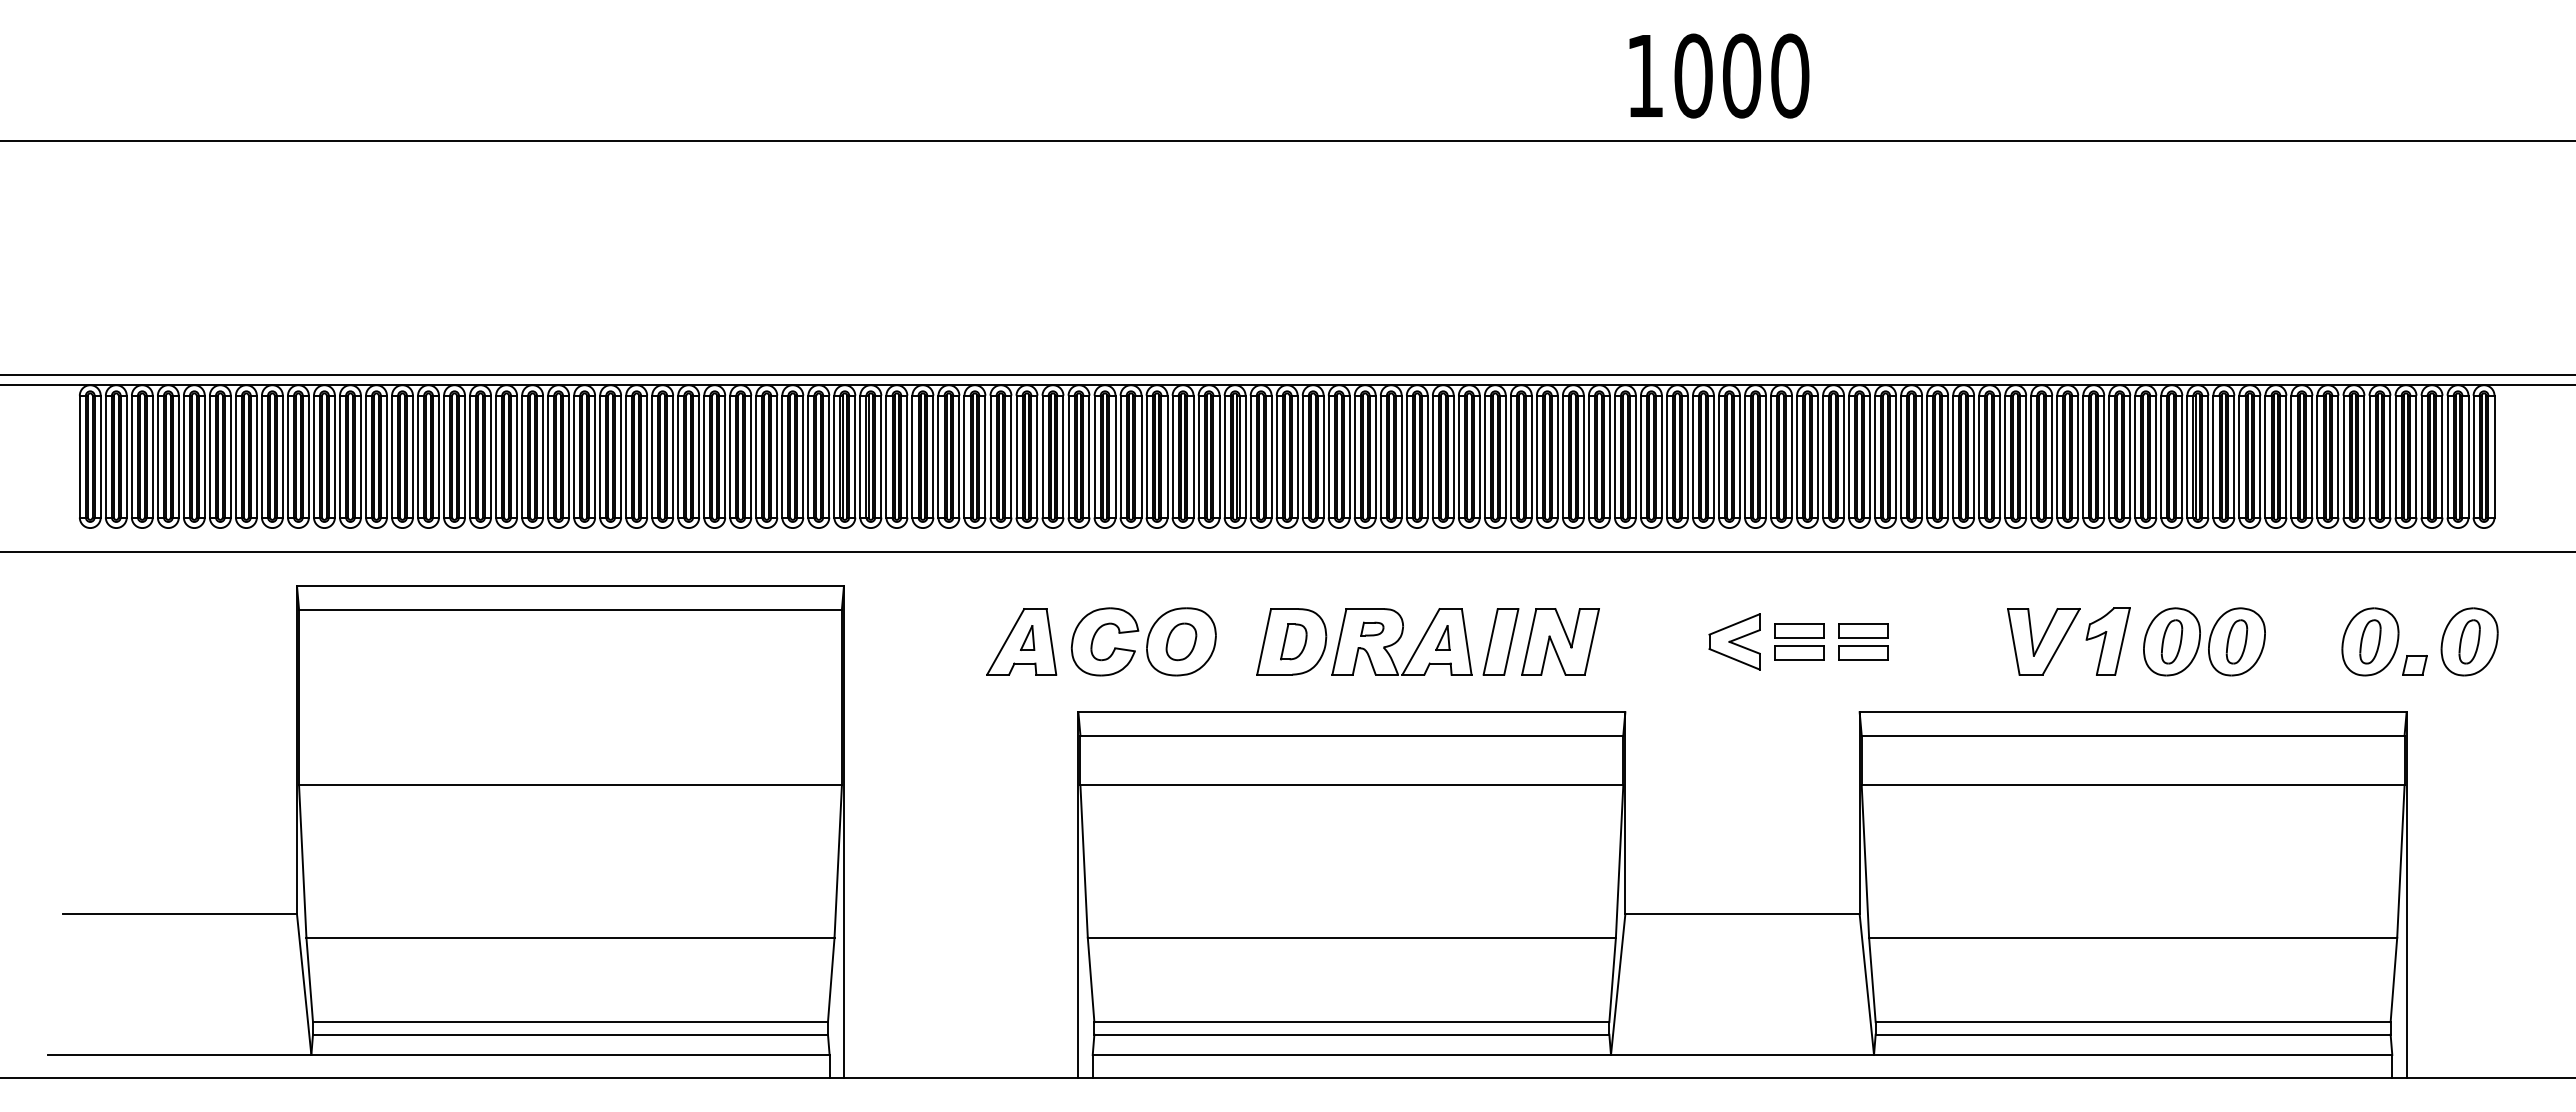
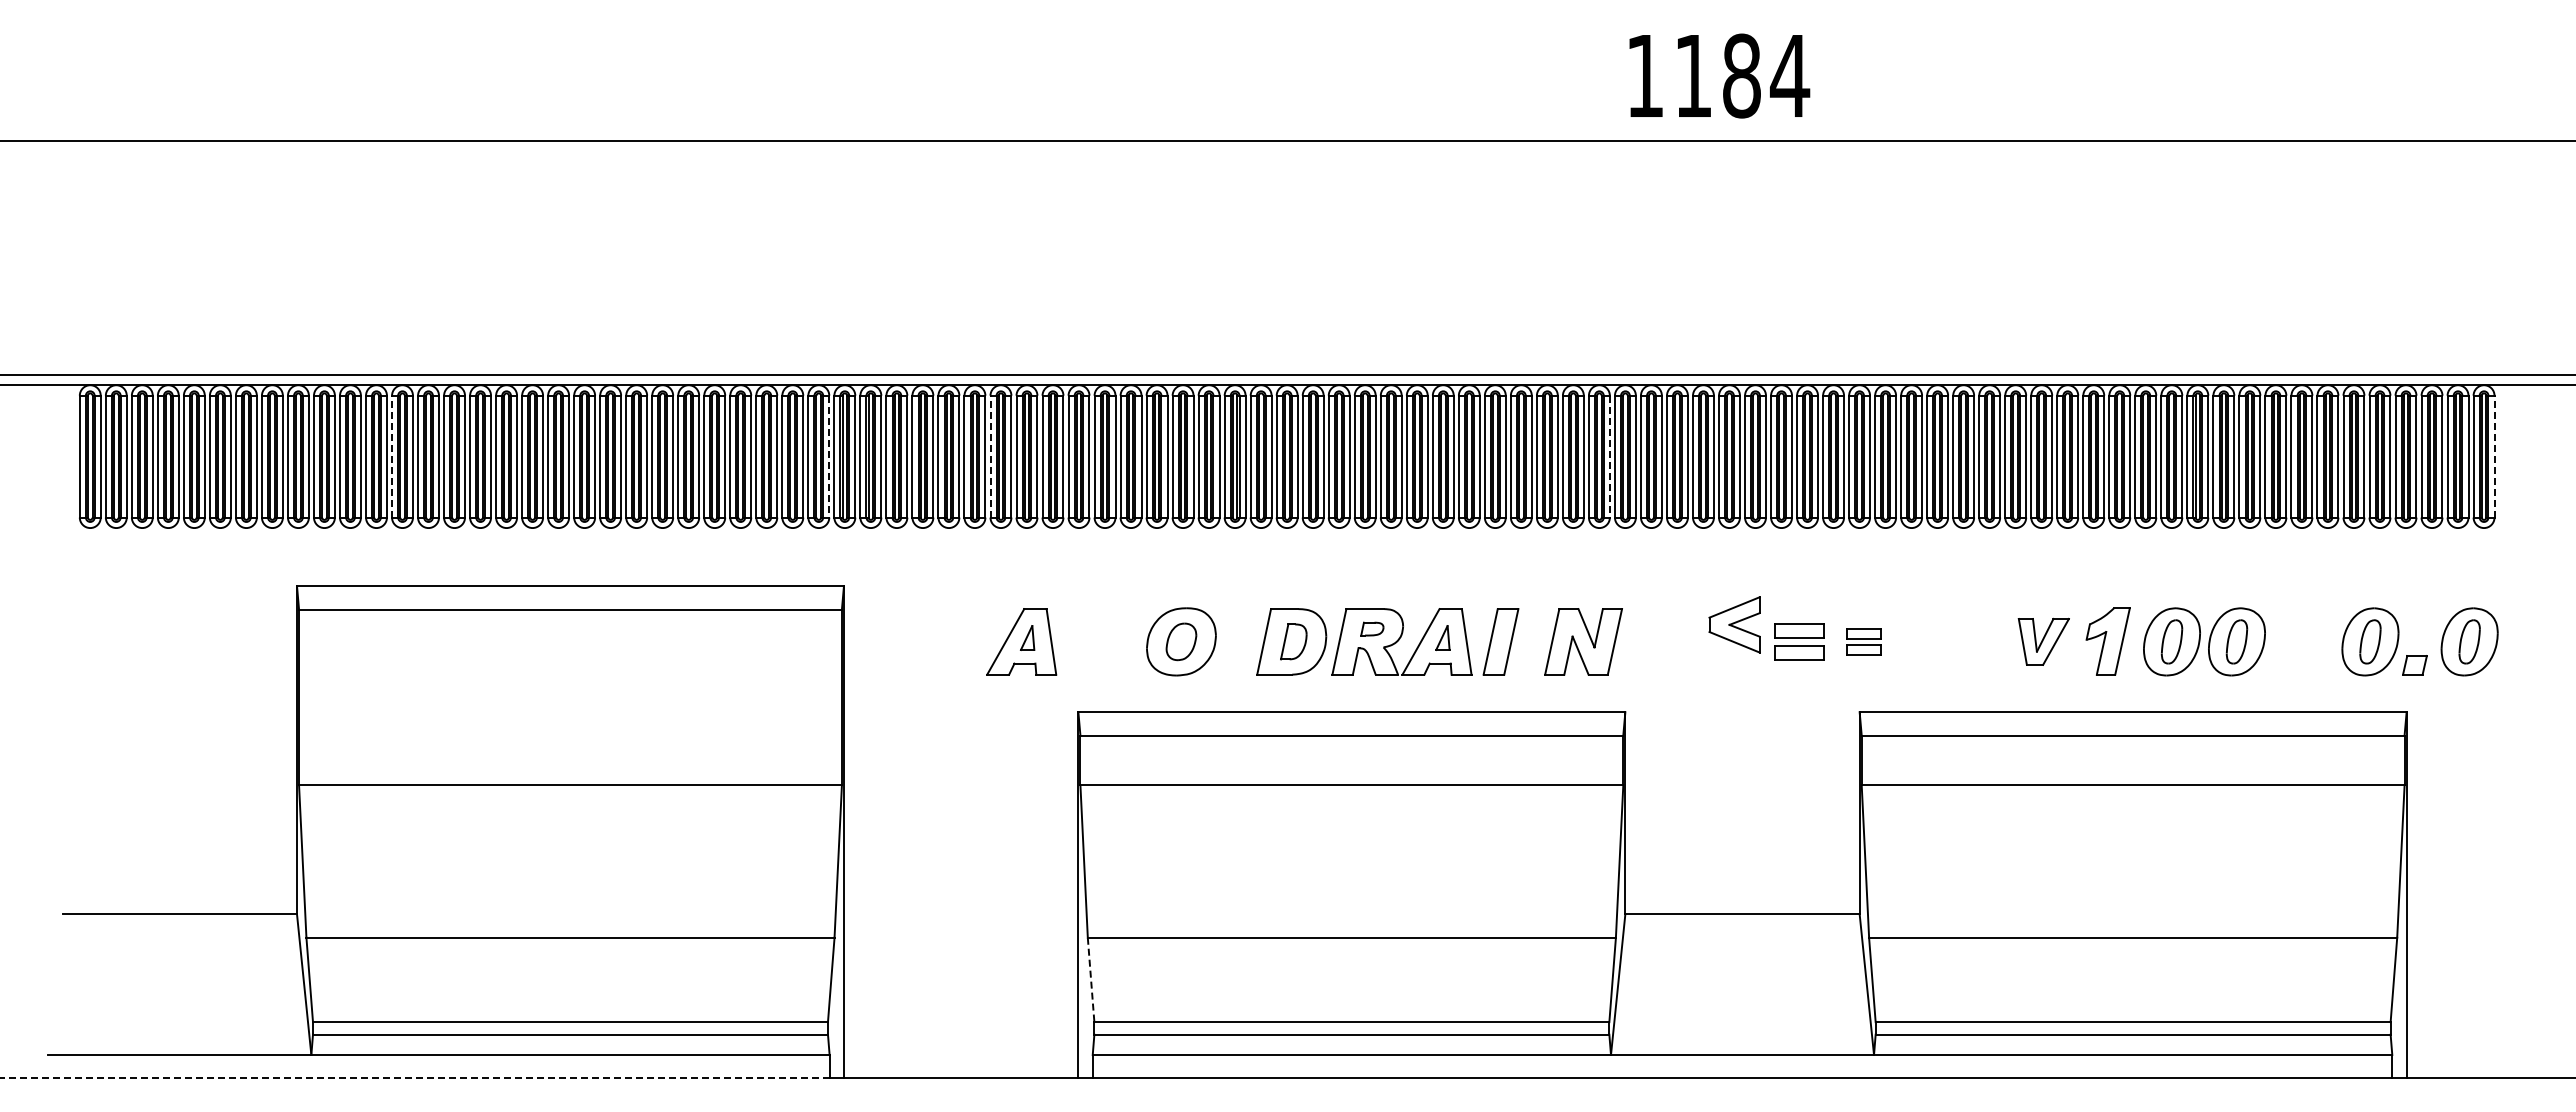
text at (1742, 75): 1000 -> 1184
line at (392, 456): solid -> dashed
line at (829, 456): solid -> dashed
line at (990, 456): solid -> dashed
line at (1609, 456): solid -> dashed
line at (2494, 456): solid -> dashed
line at (1287, 552): present -> none
part at (1094, 638): present -> none
part at (1560, 641) position: (1560, 641) -> (1583, 641)
part at (1734, 641) position: (1734, 641) -> (1734, 624)
part at (1863, 641) size: 51x38 px -> 36x28 px
part at (2043, 641) size: 74x68 px -> 53x49 px
line at (1091, 980): solid -> dashed
line at (414, 1078): solid -> dashed
